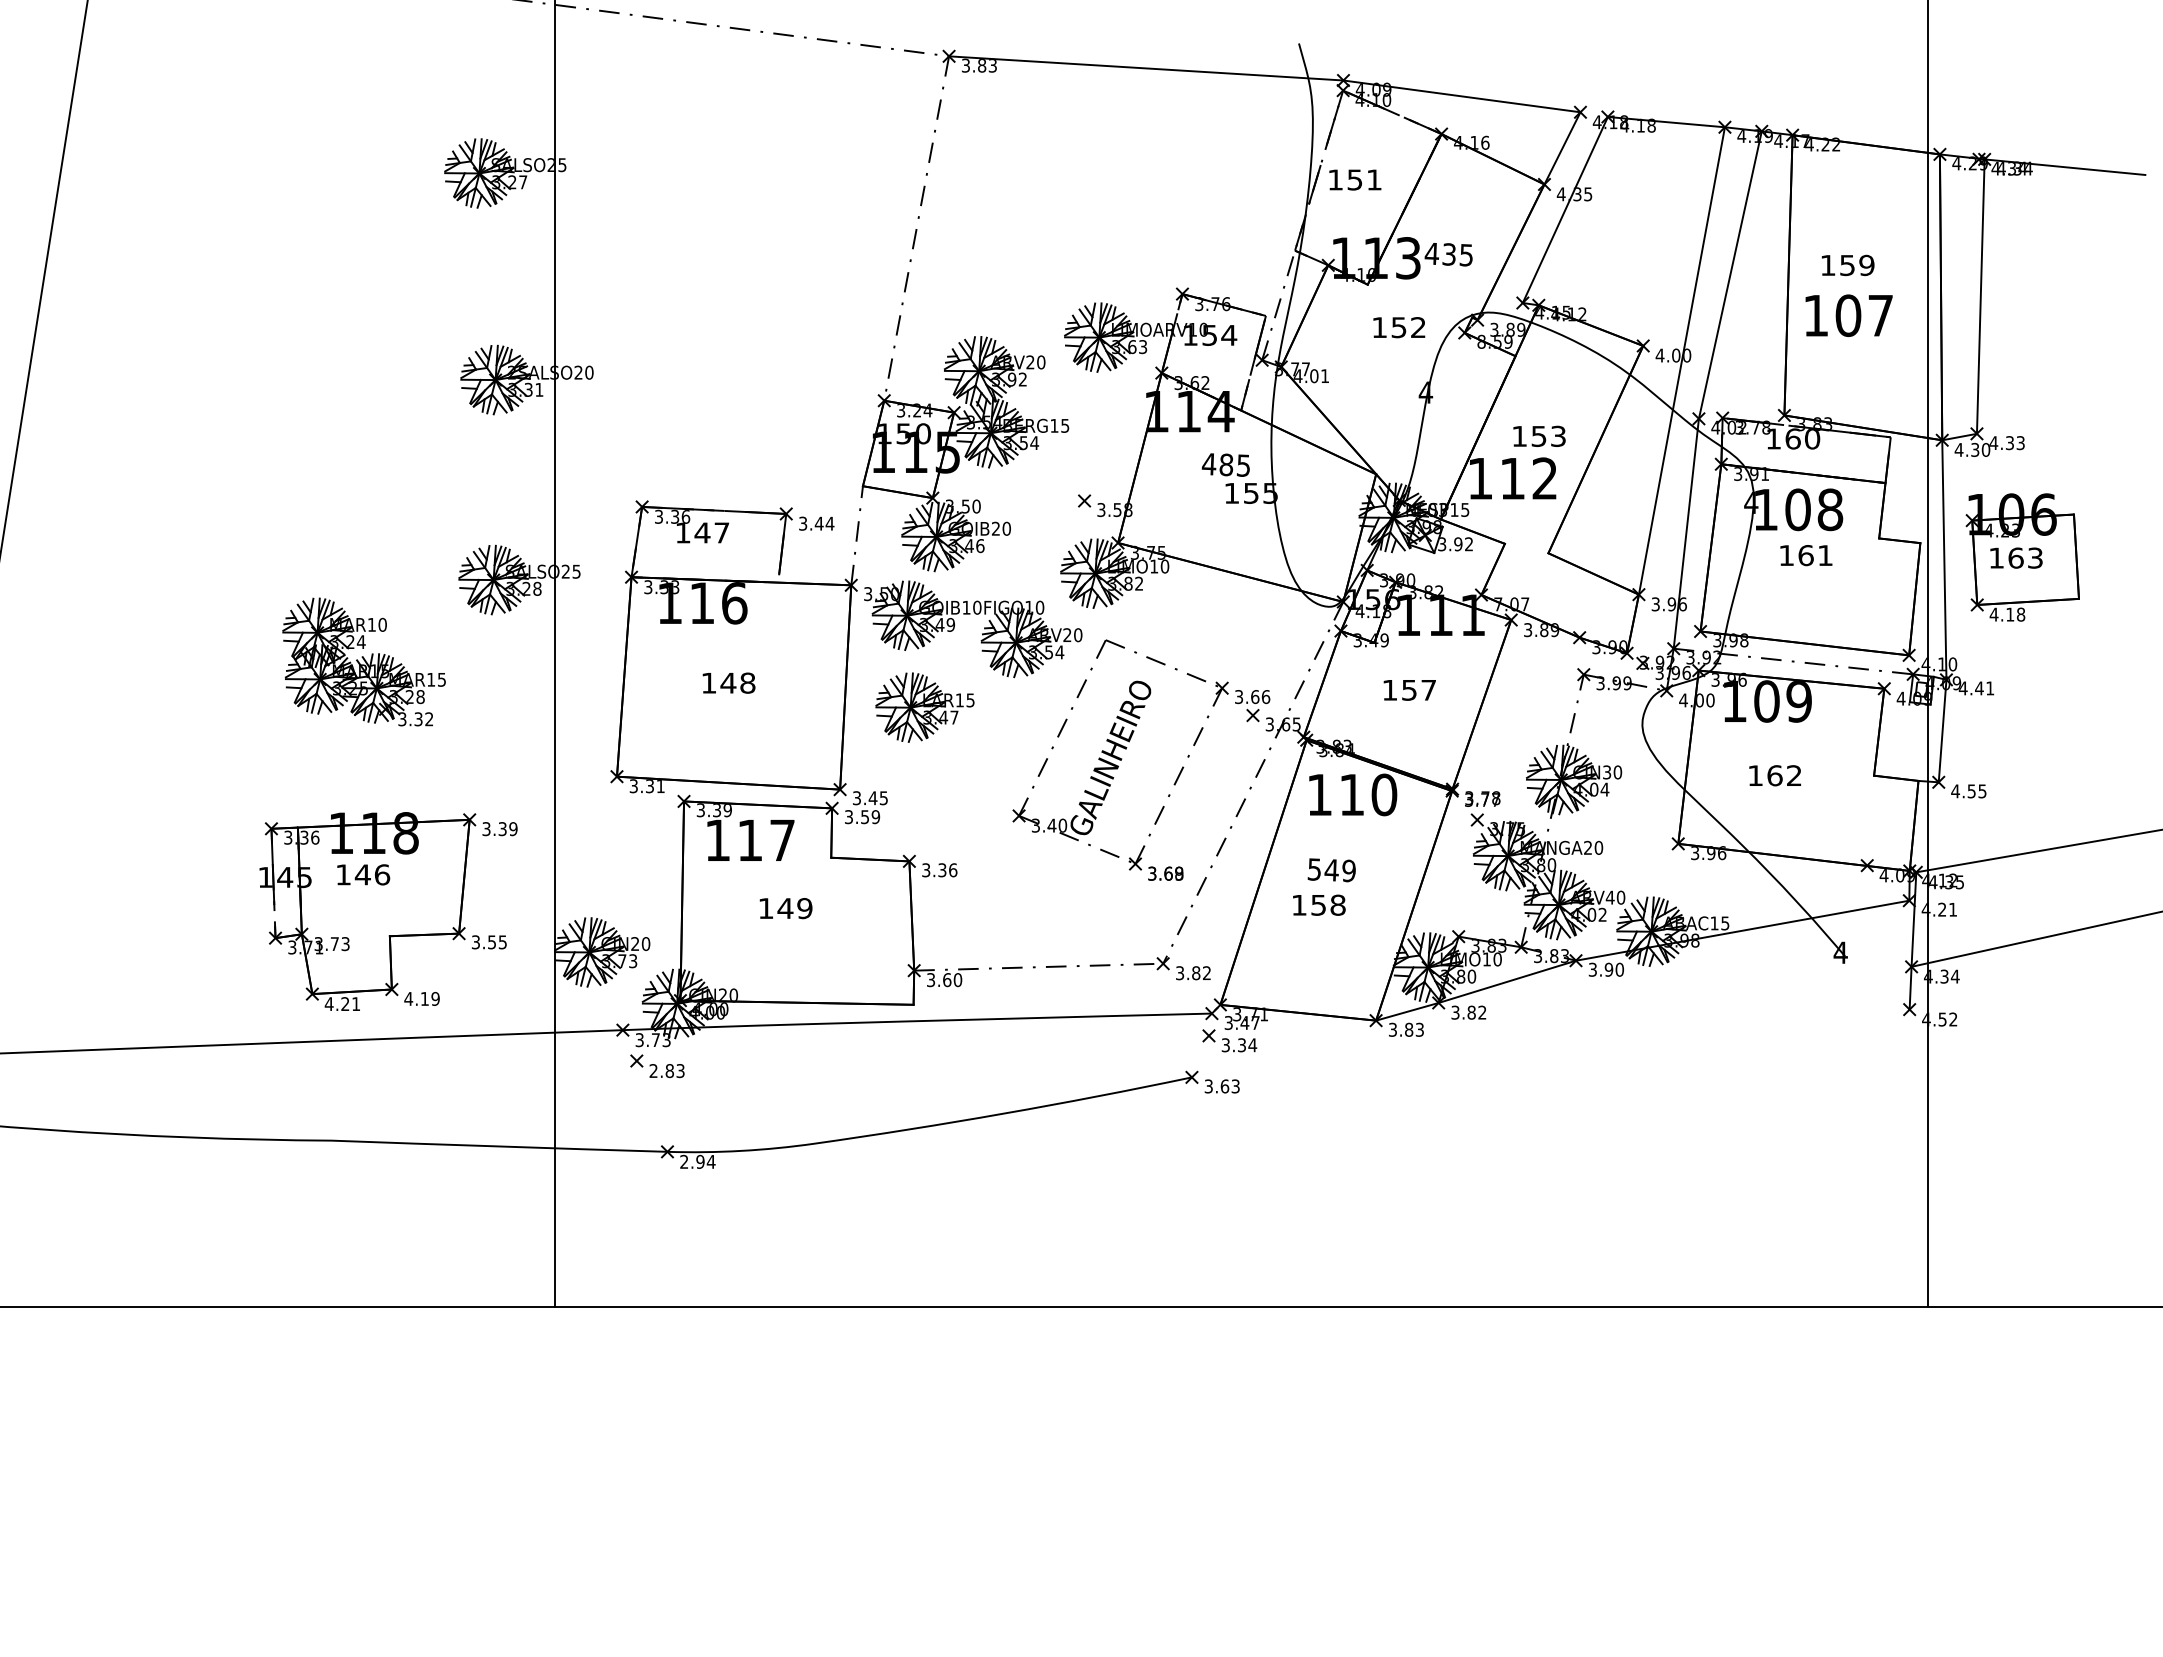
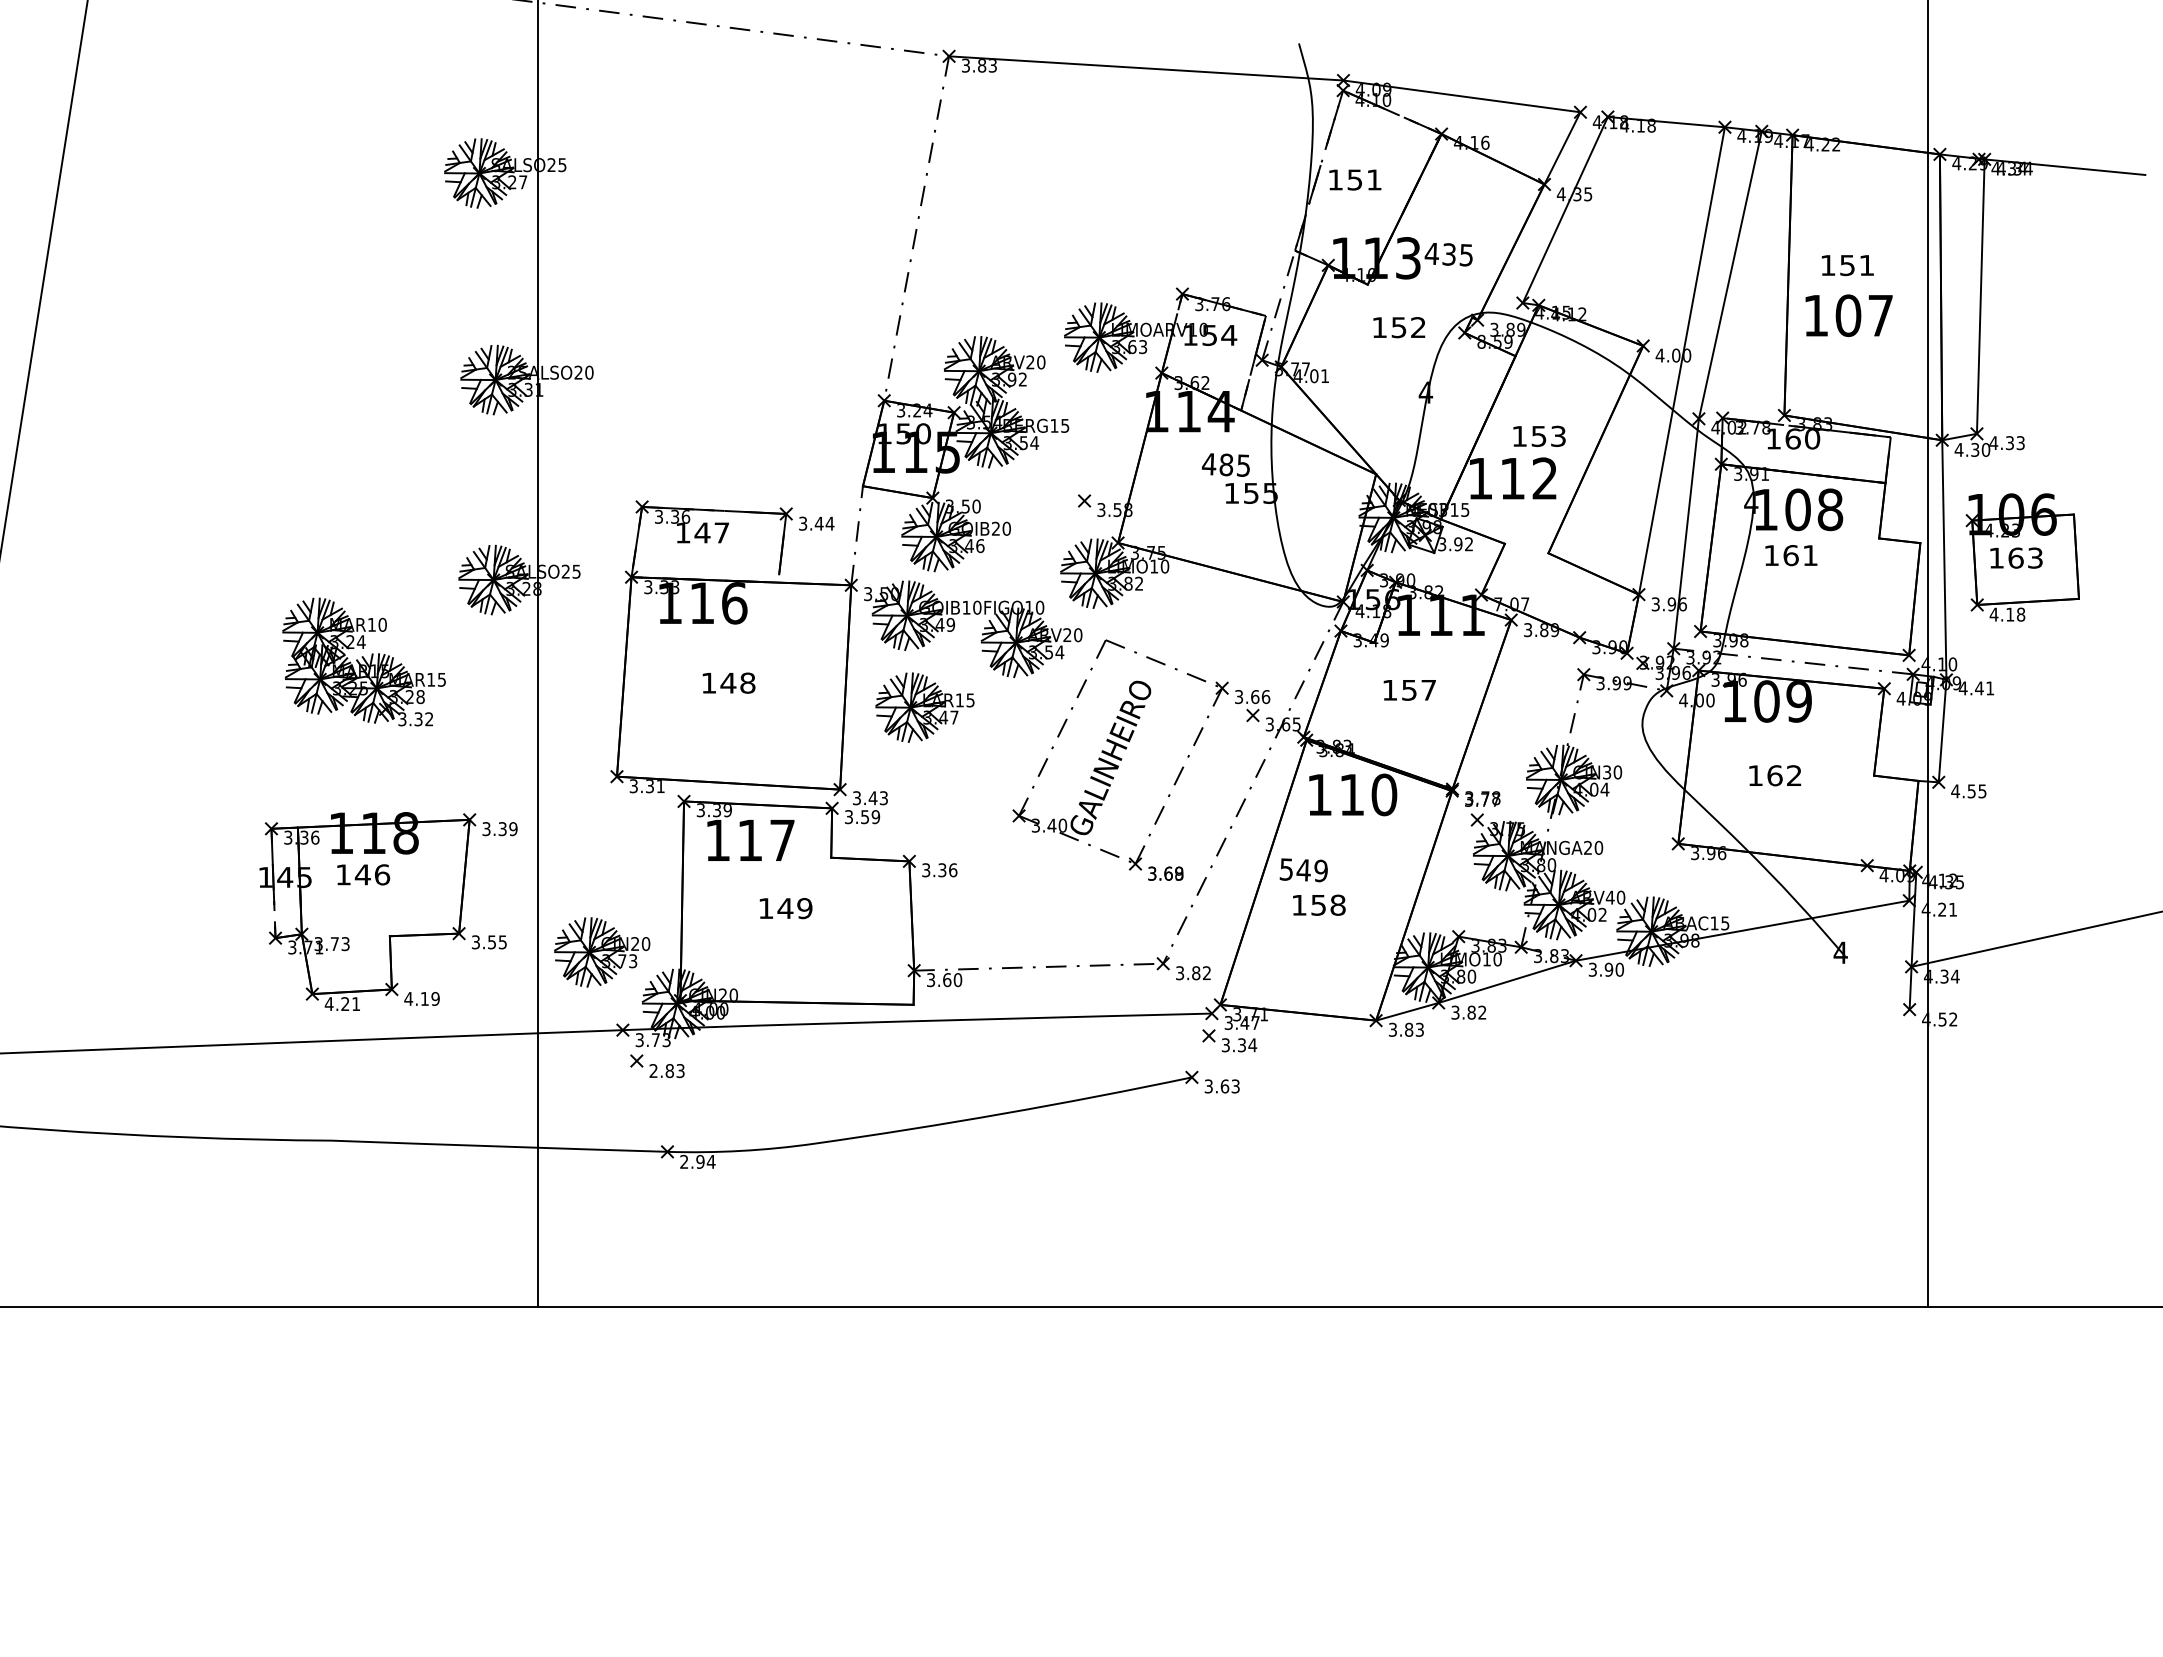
text at (1866, 265): 159 -> 151
text at (1806, 555) position: (1806, 555) -> (1791, 555)
line at (555, 654) position: (555, 654) -> (538, 654)
text at (883, 797): 3.45 -> 3.43
line at (2037, 851): present -> none
text at (1331, 870) position: (1331, 870) -> (1303, 870)
